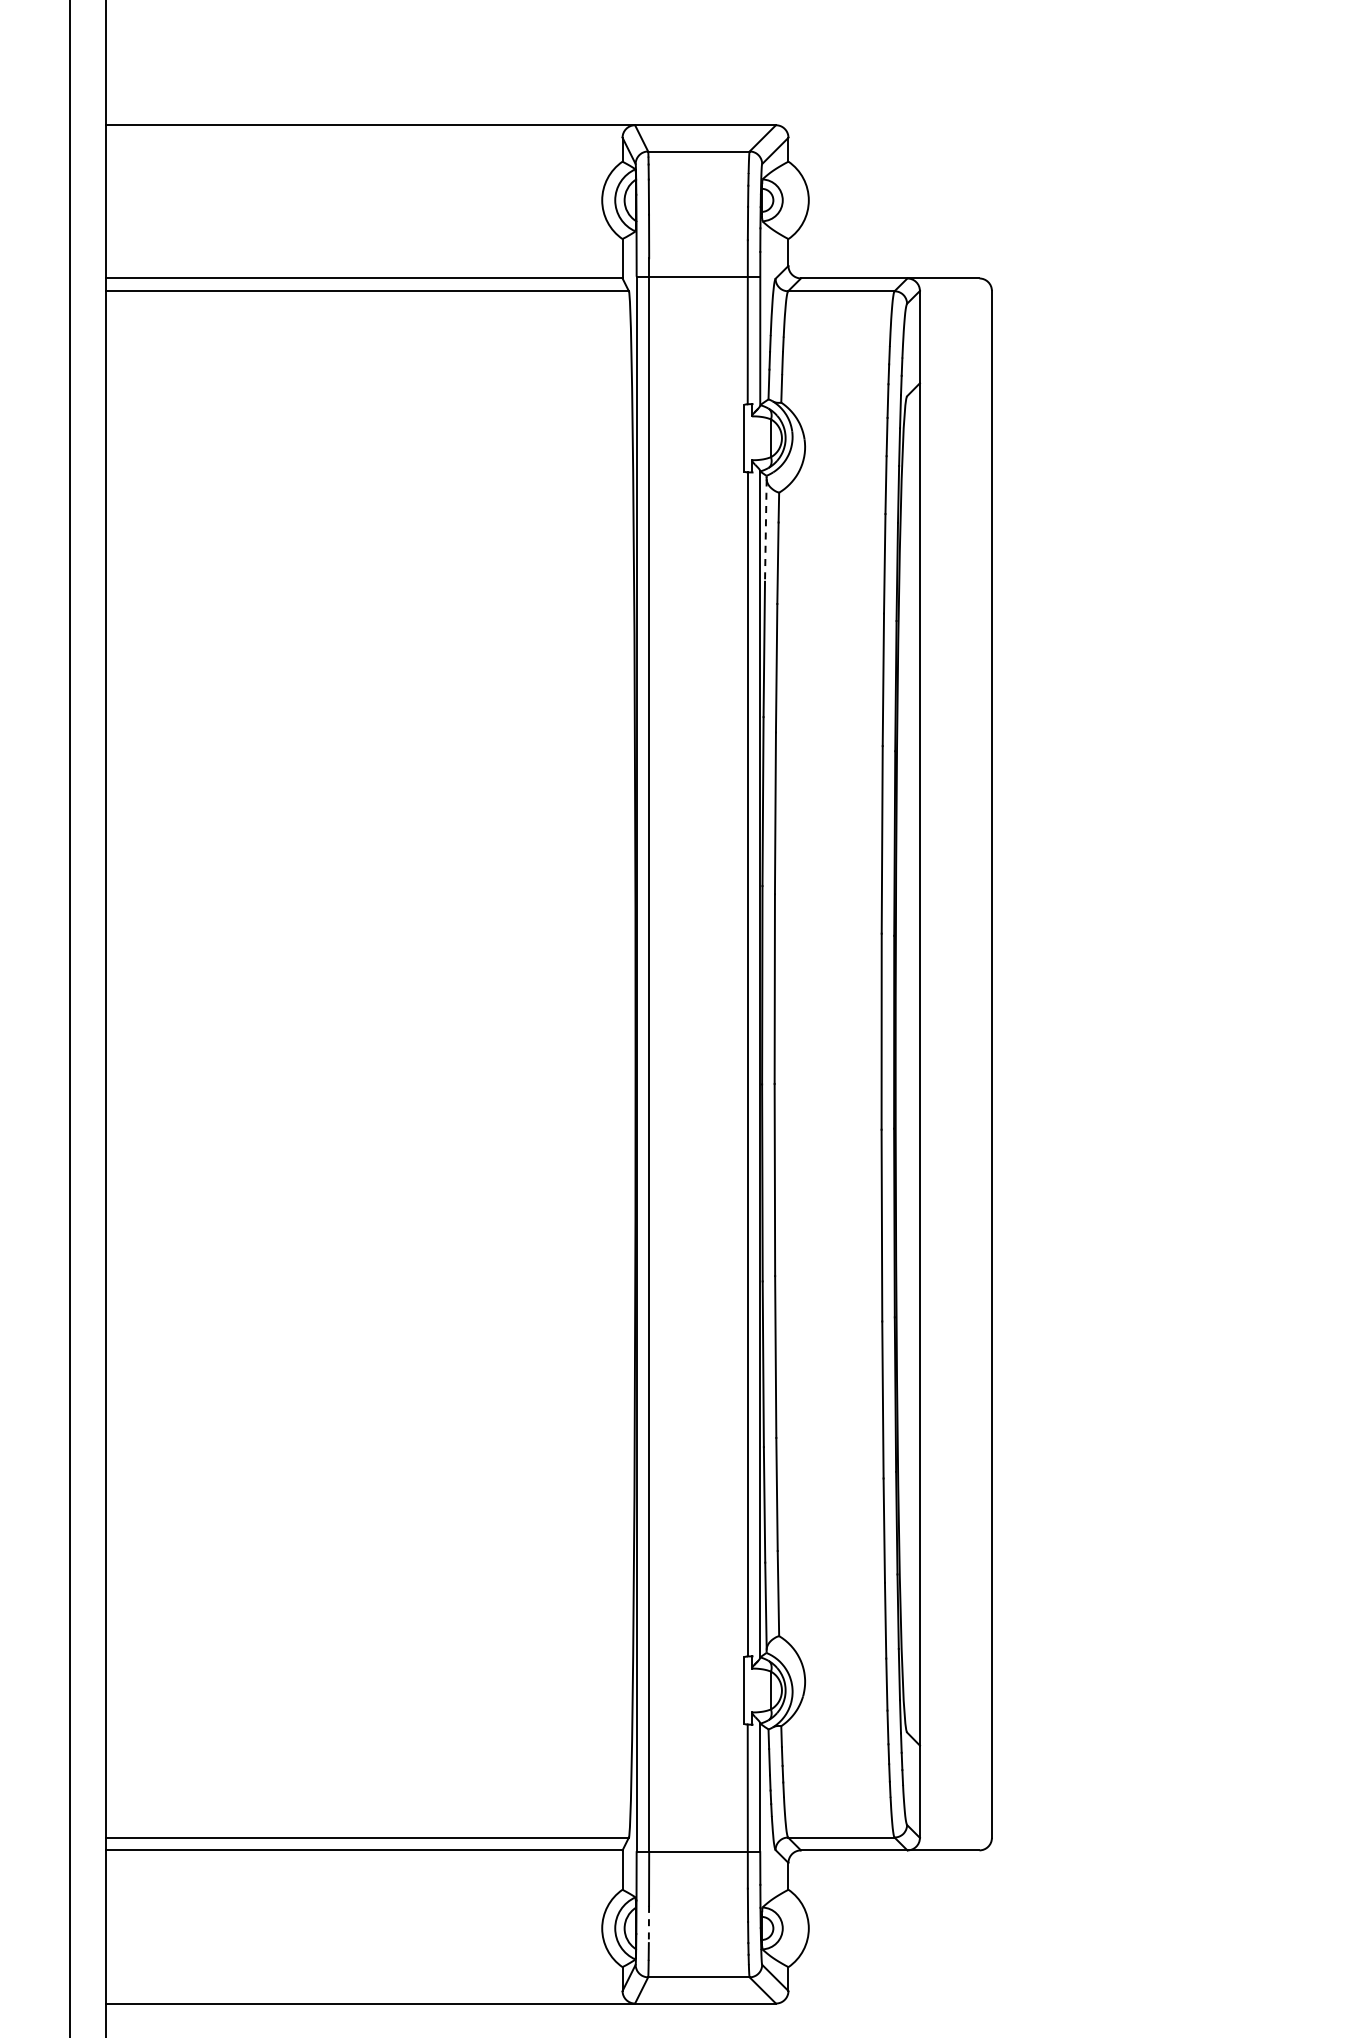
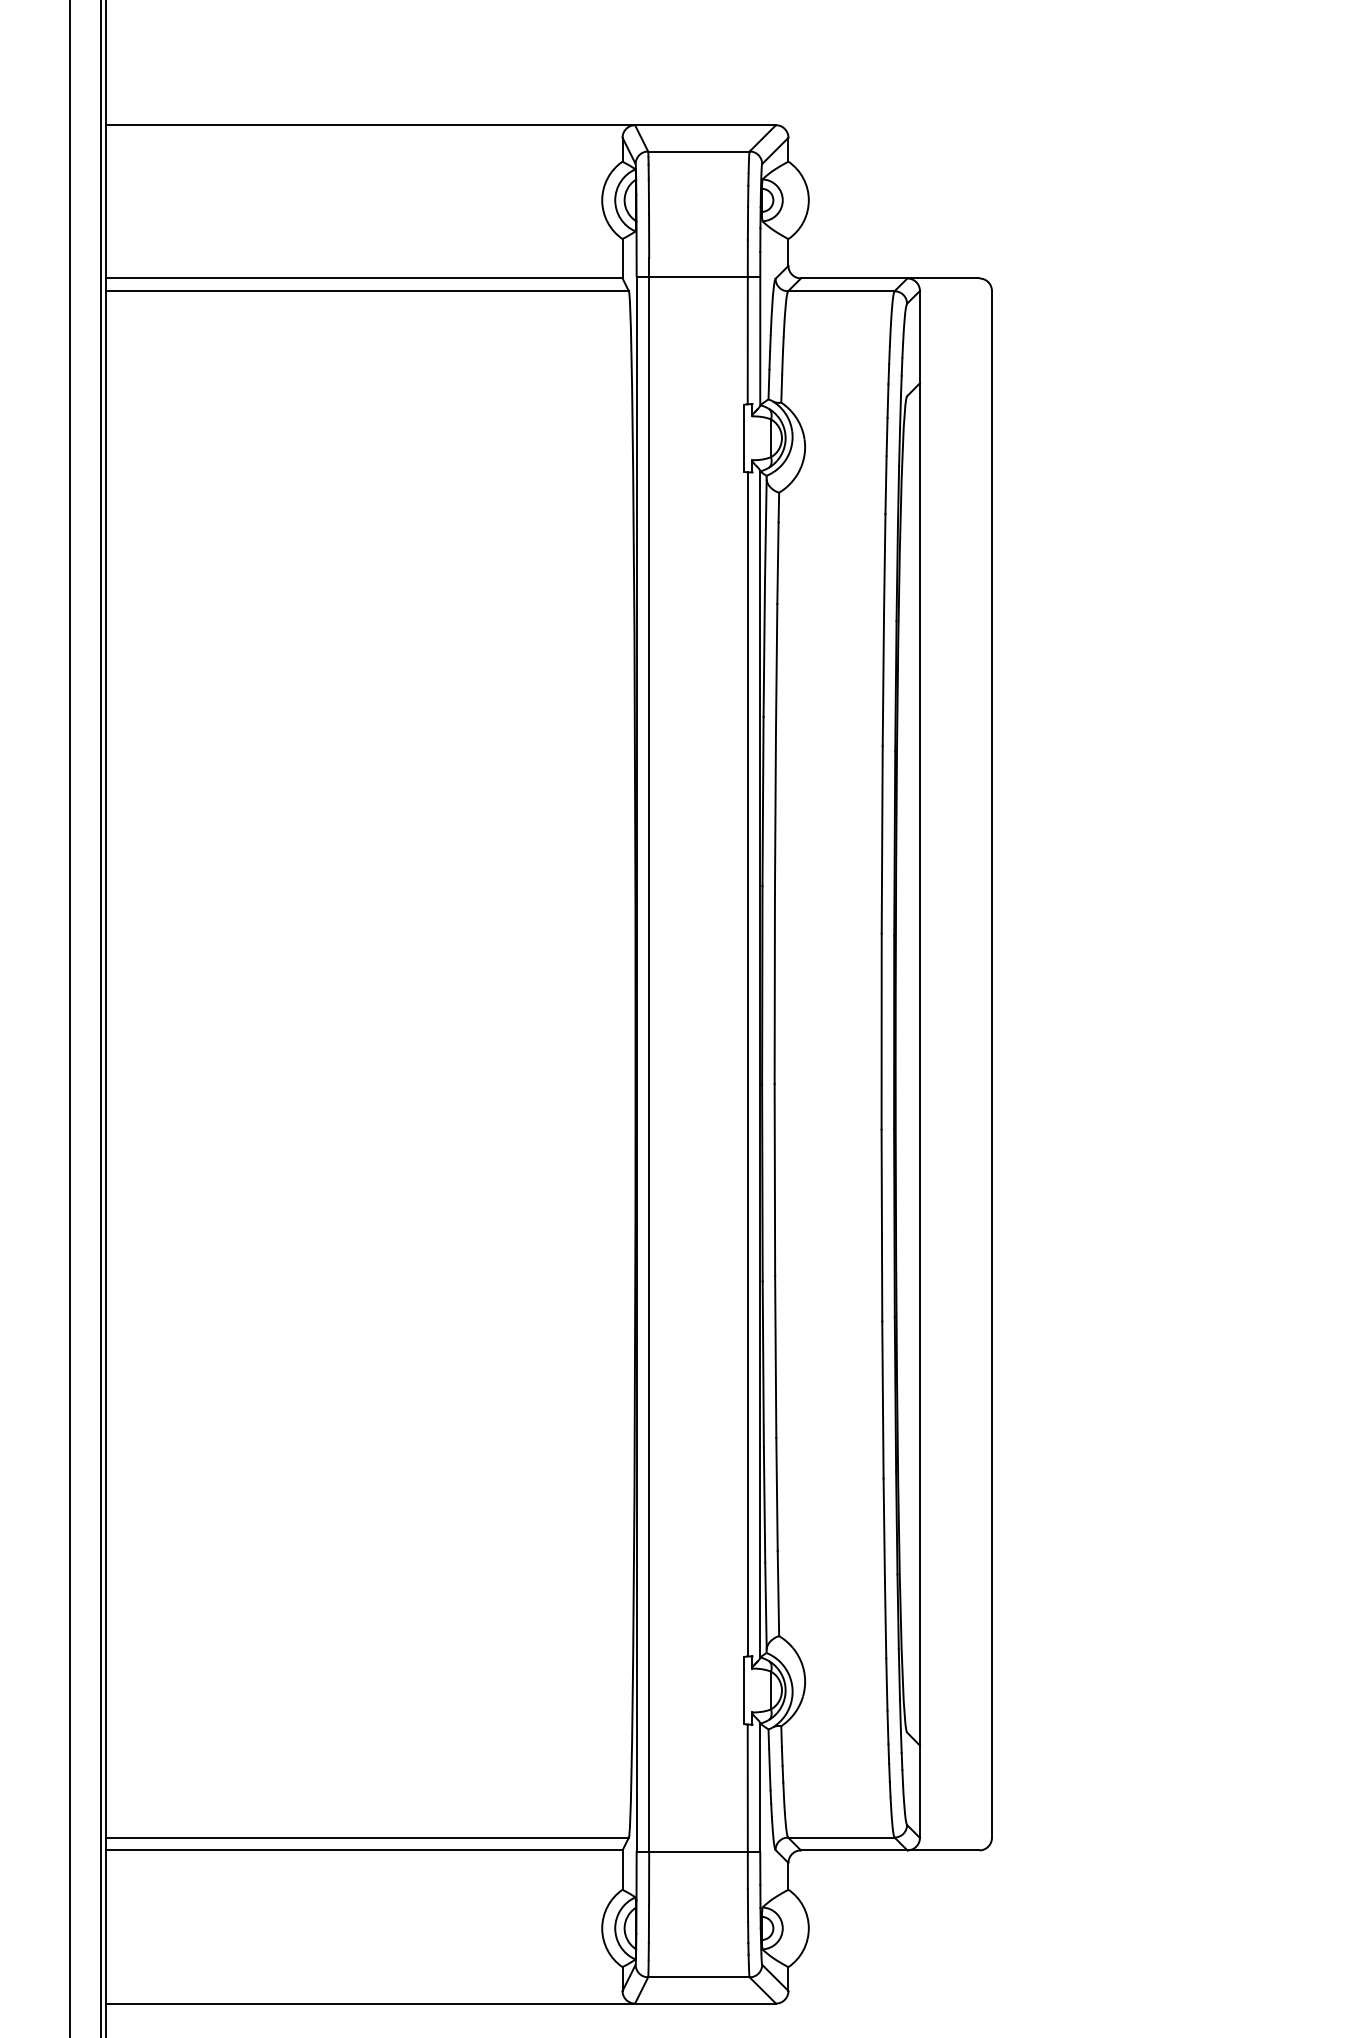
line at (765, 529): dashed -> solid
line at (101, 1018): none -> present
line at (648, 1924): dashed -> solid
